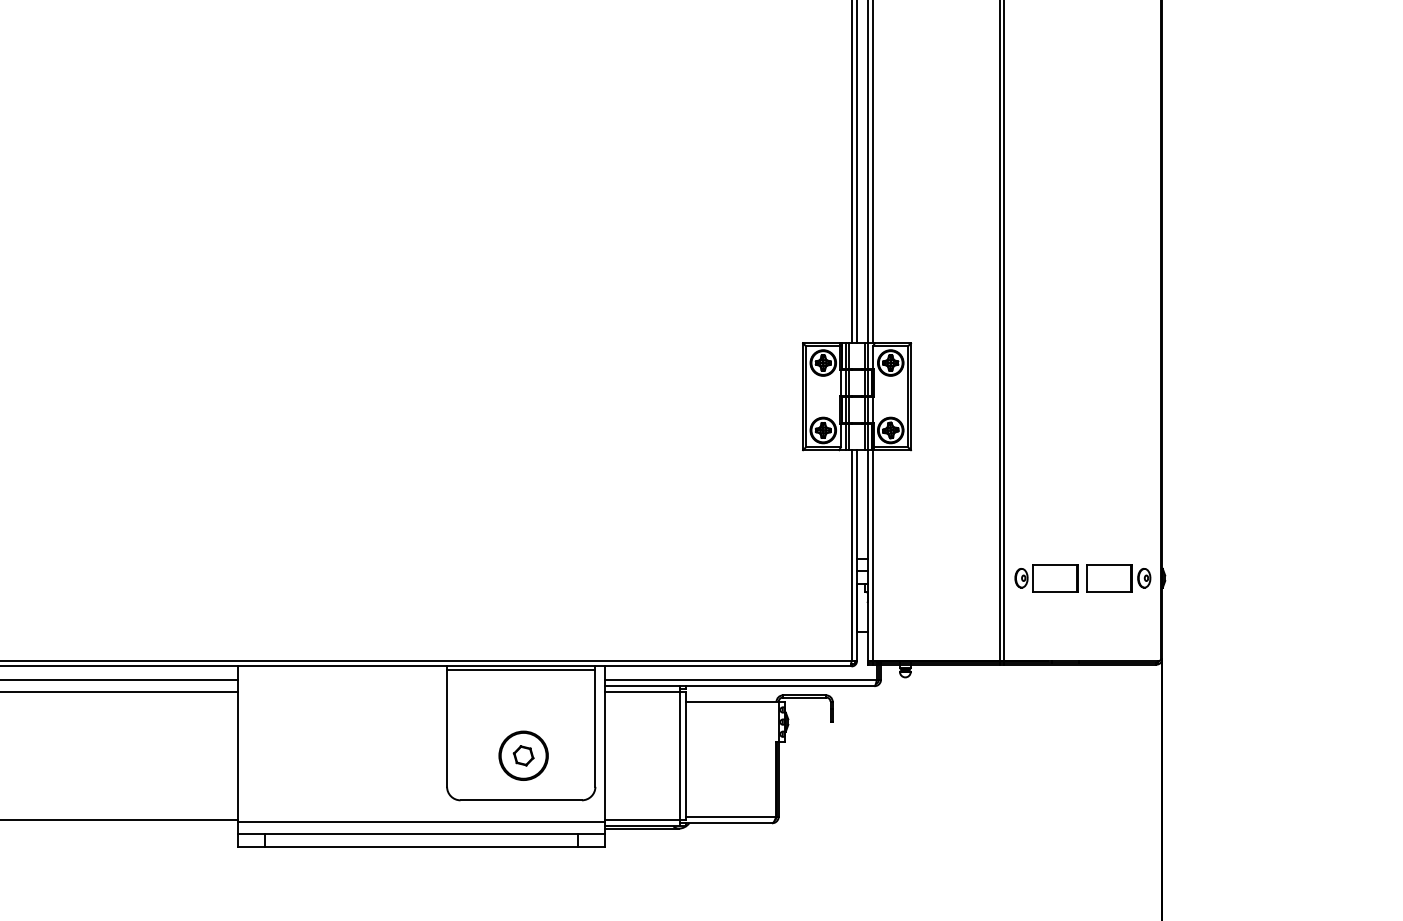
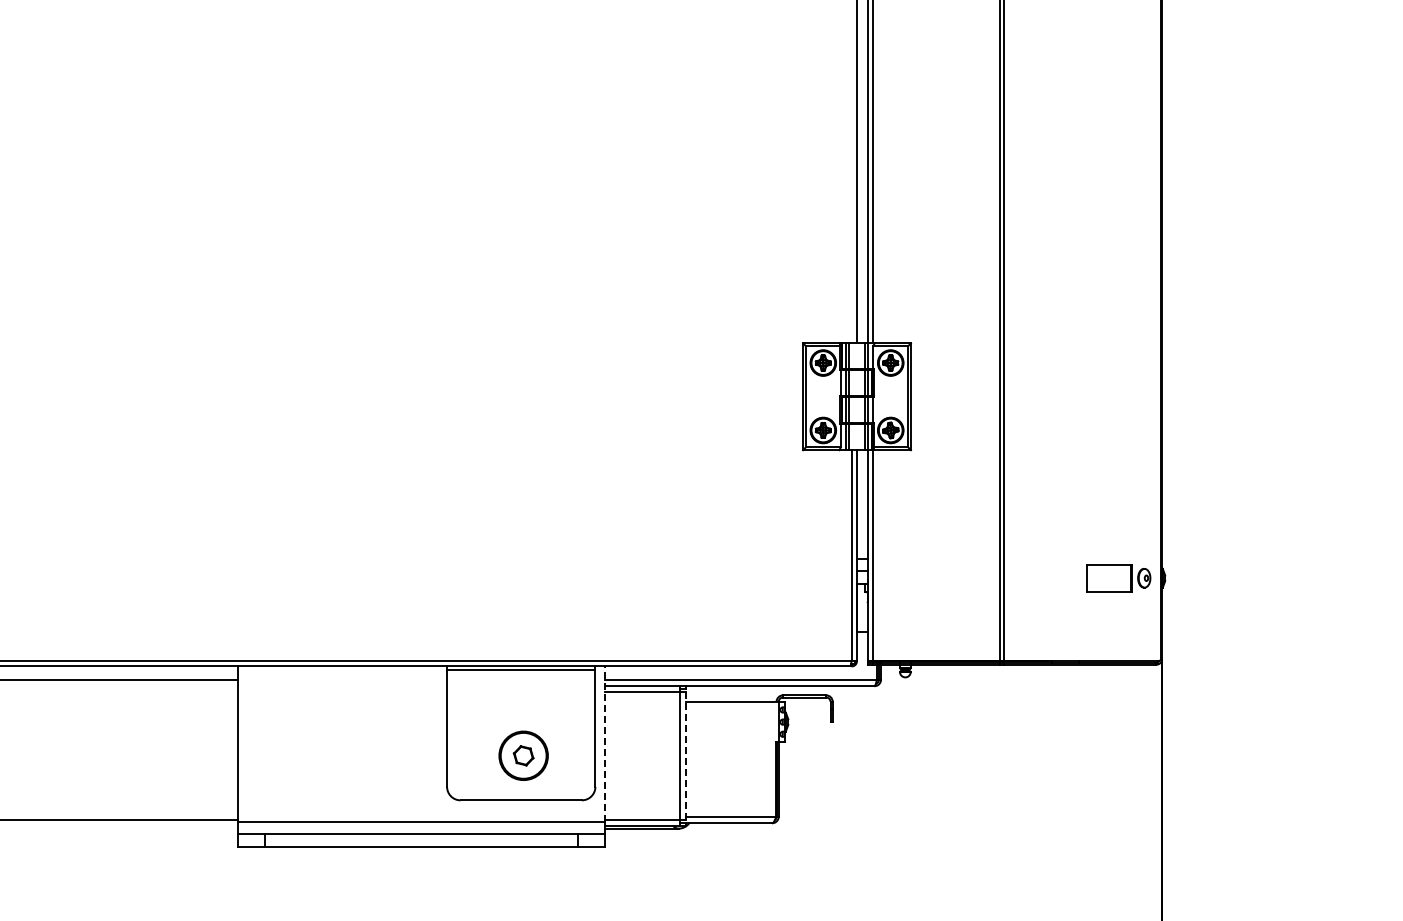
line at (851, 172): present -> none
part at (1046, 578): present -> none
line at (119, 691): present -> none
line at (604, 744): solid -> dashed
line at (685, 756): solid -> dashed
